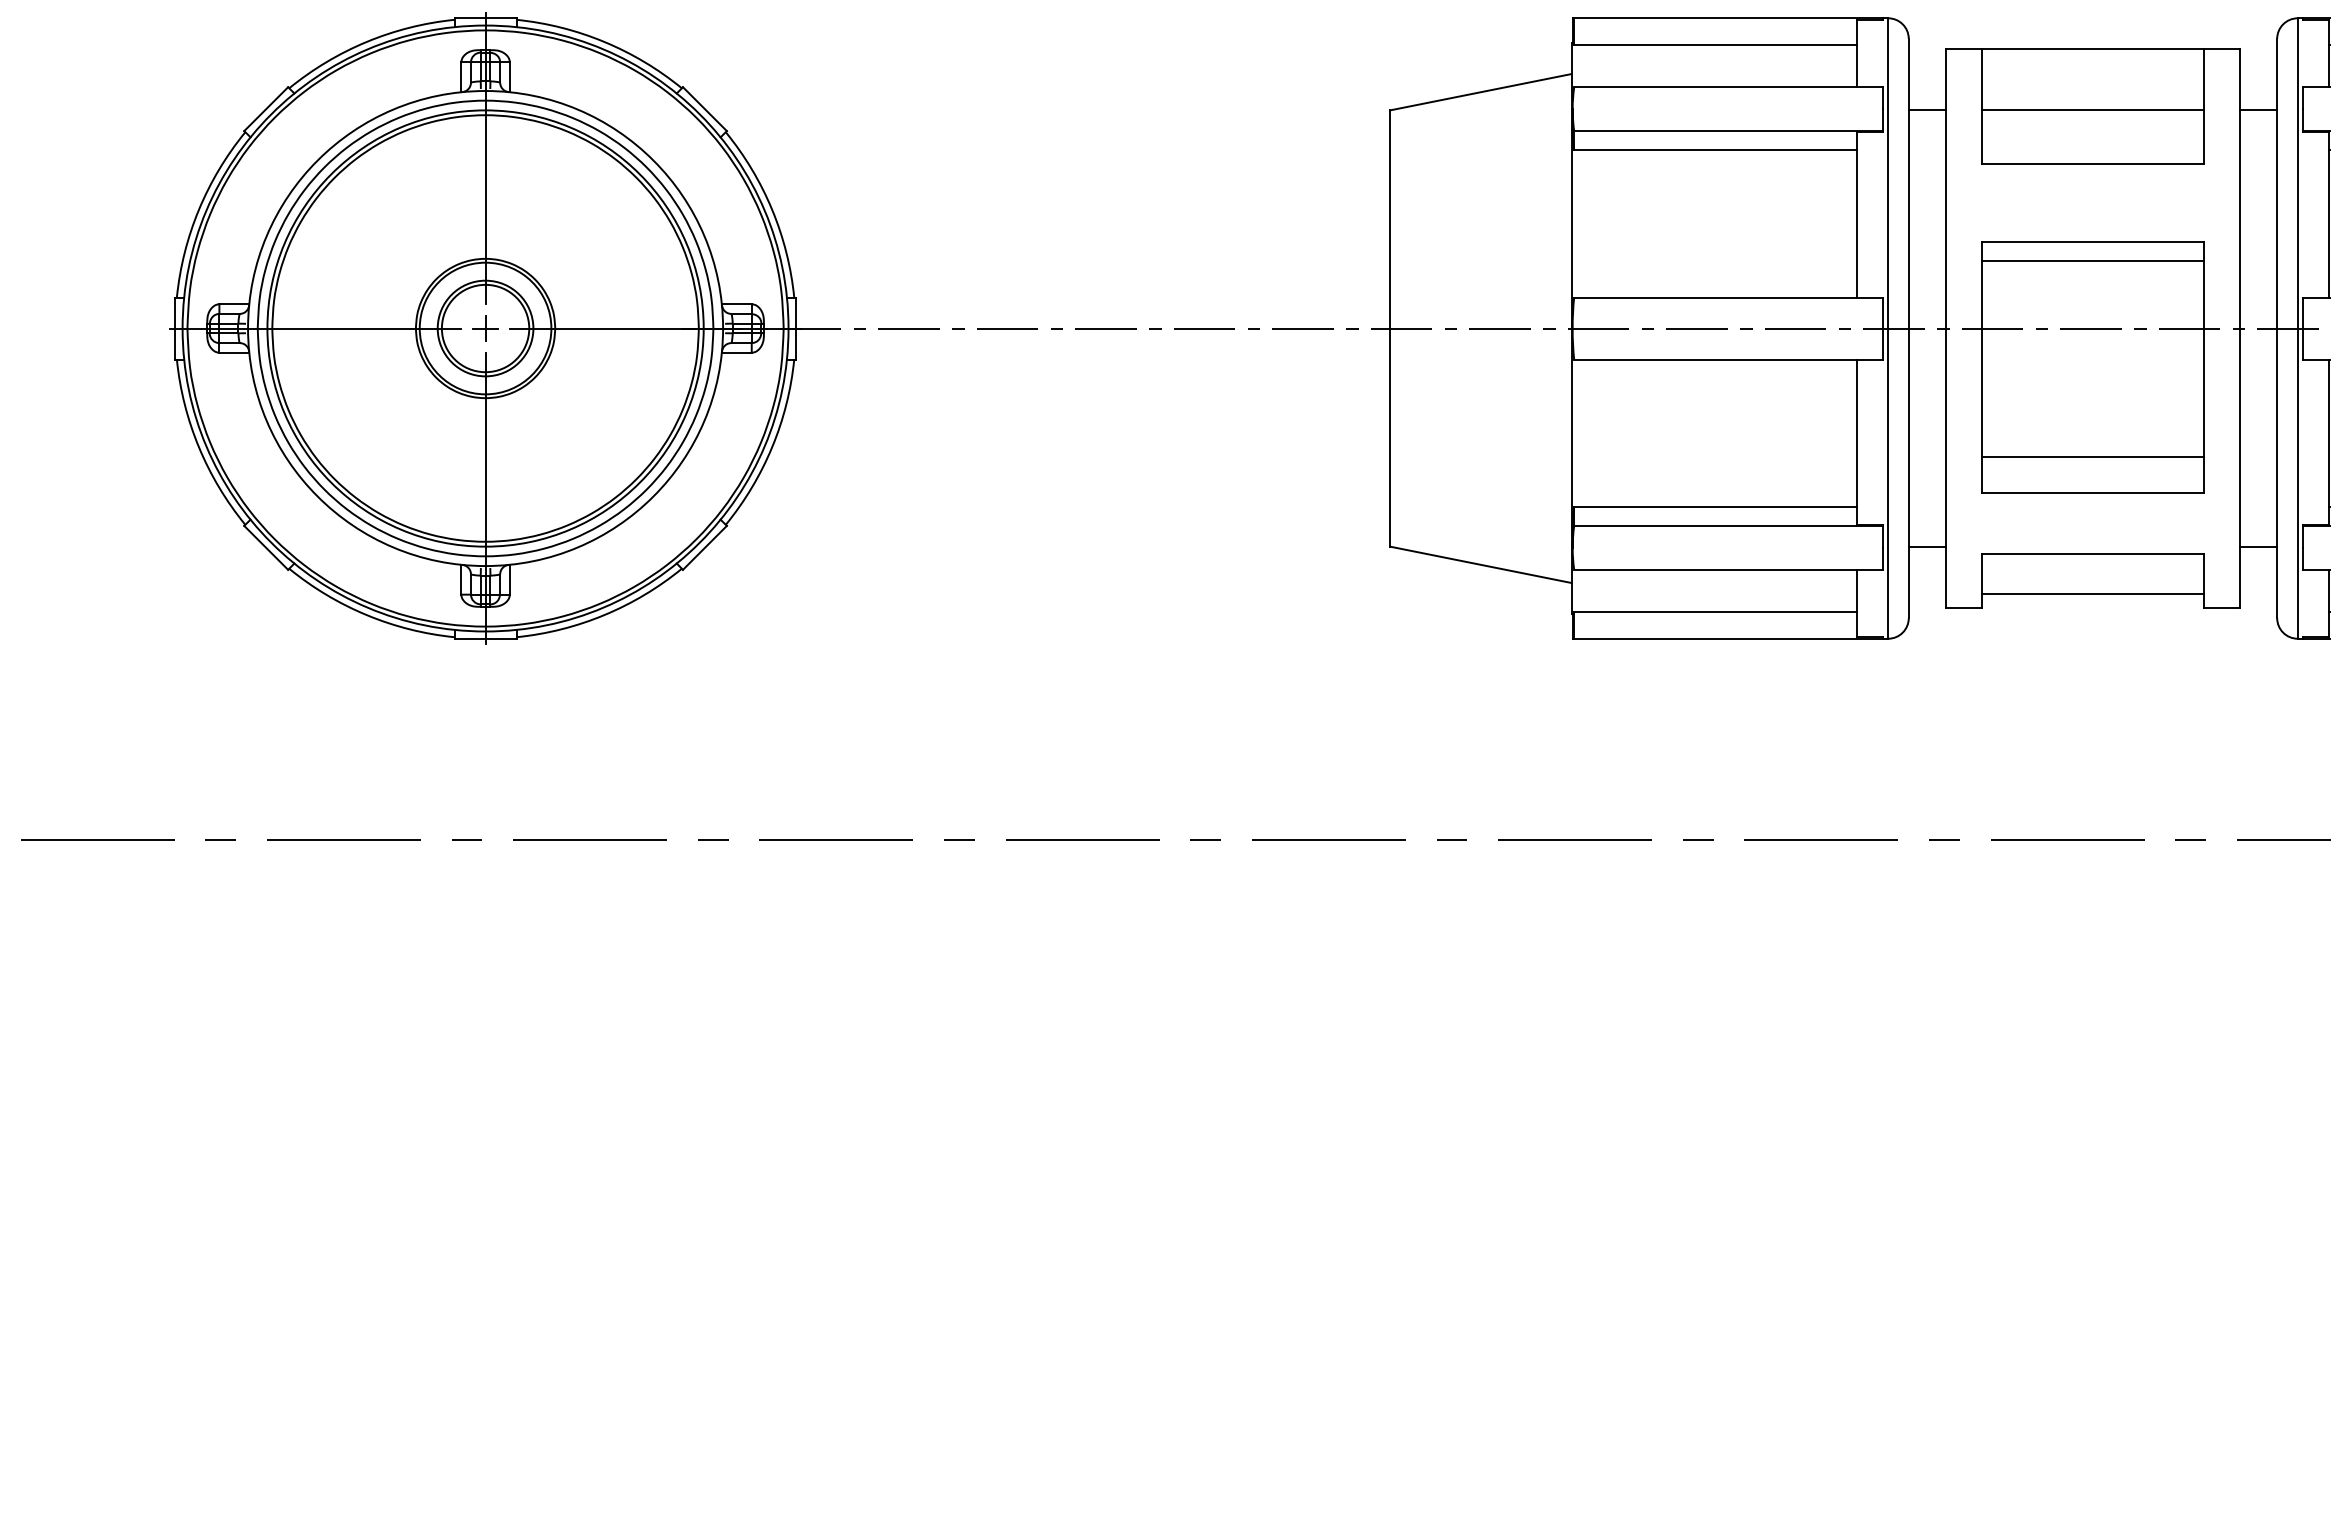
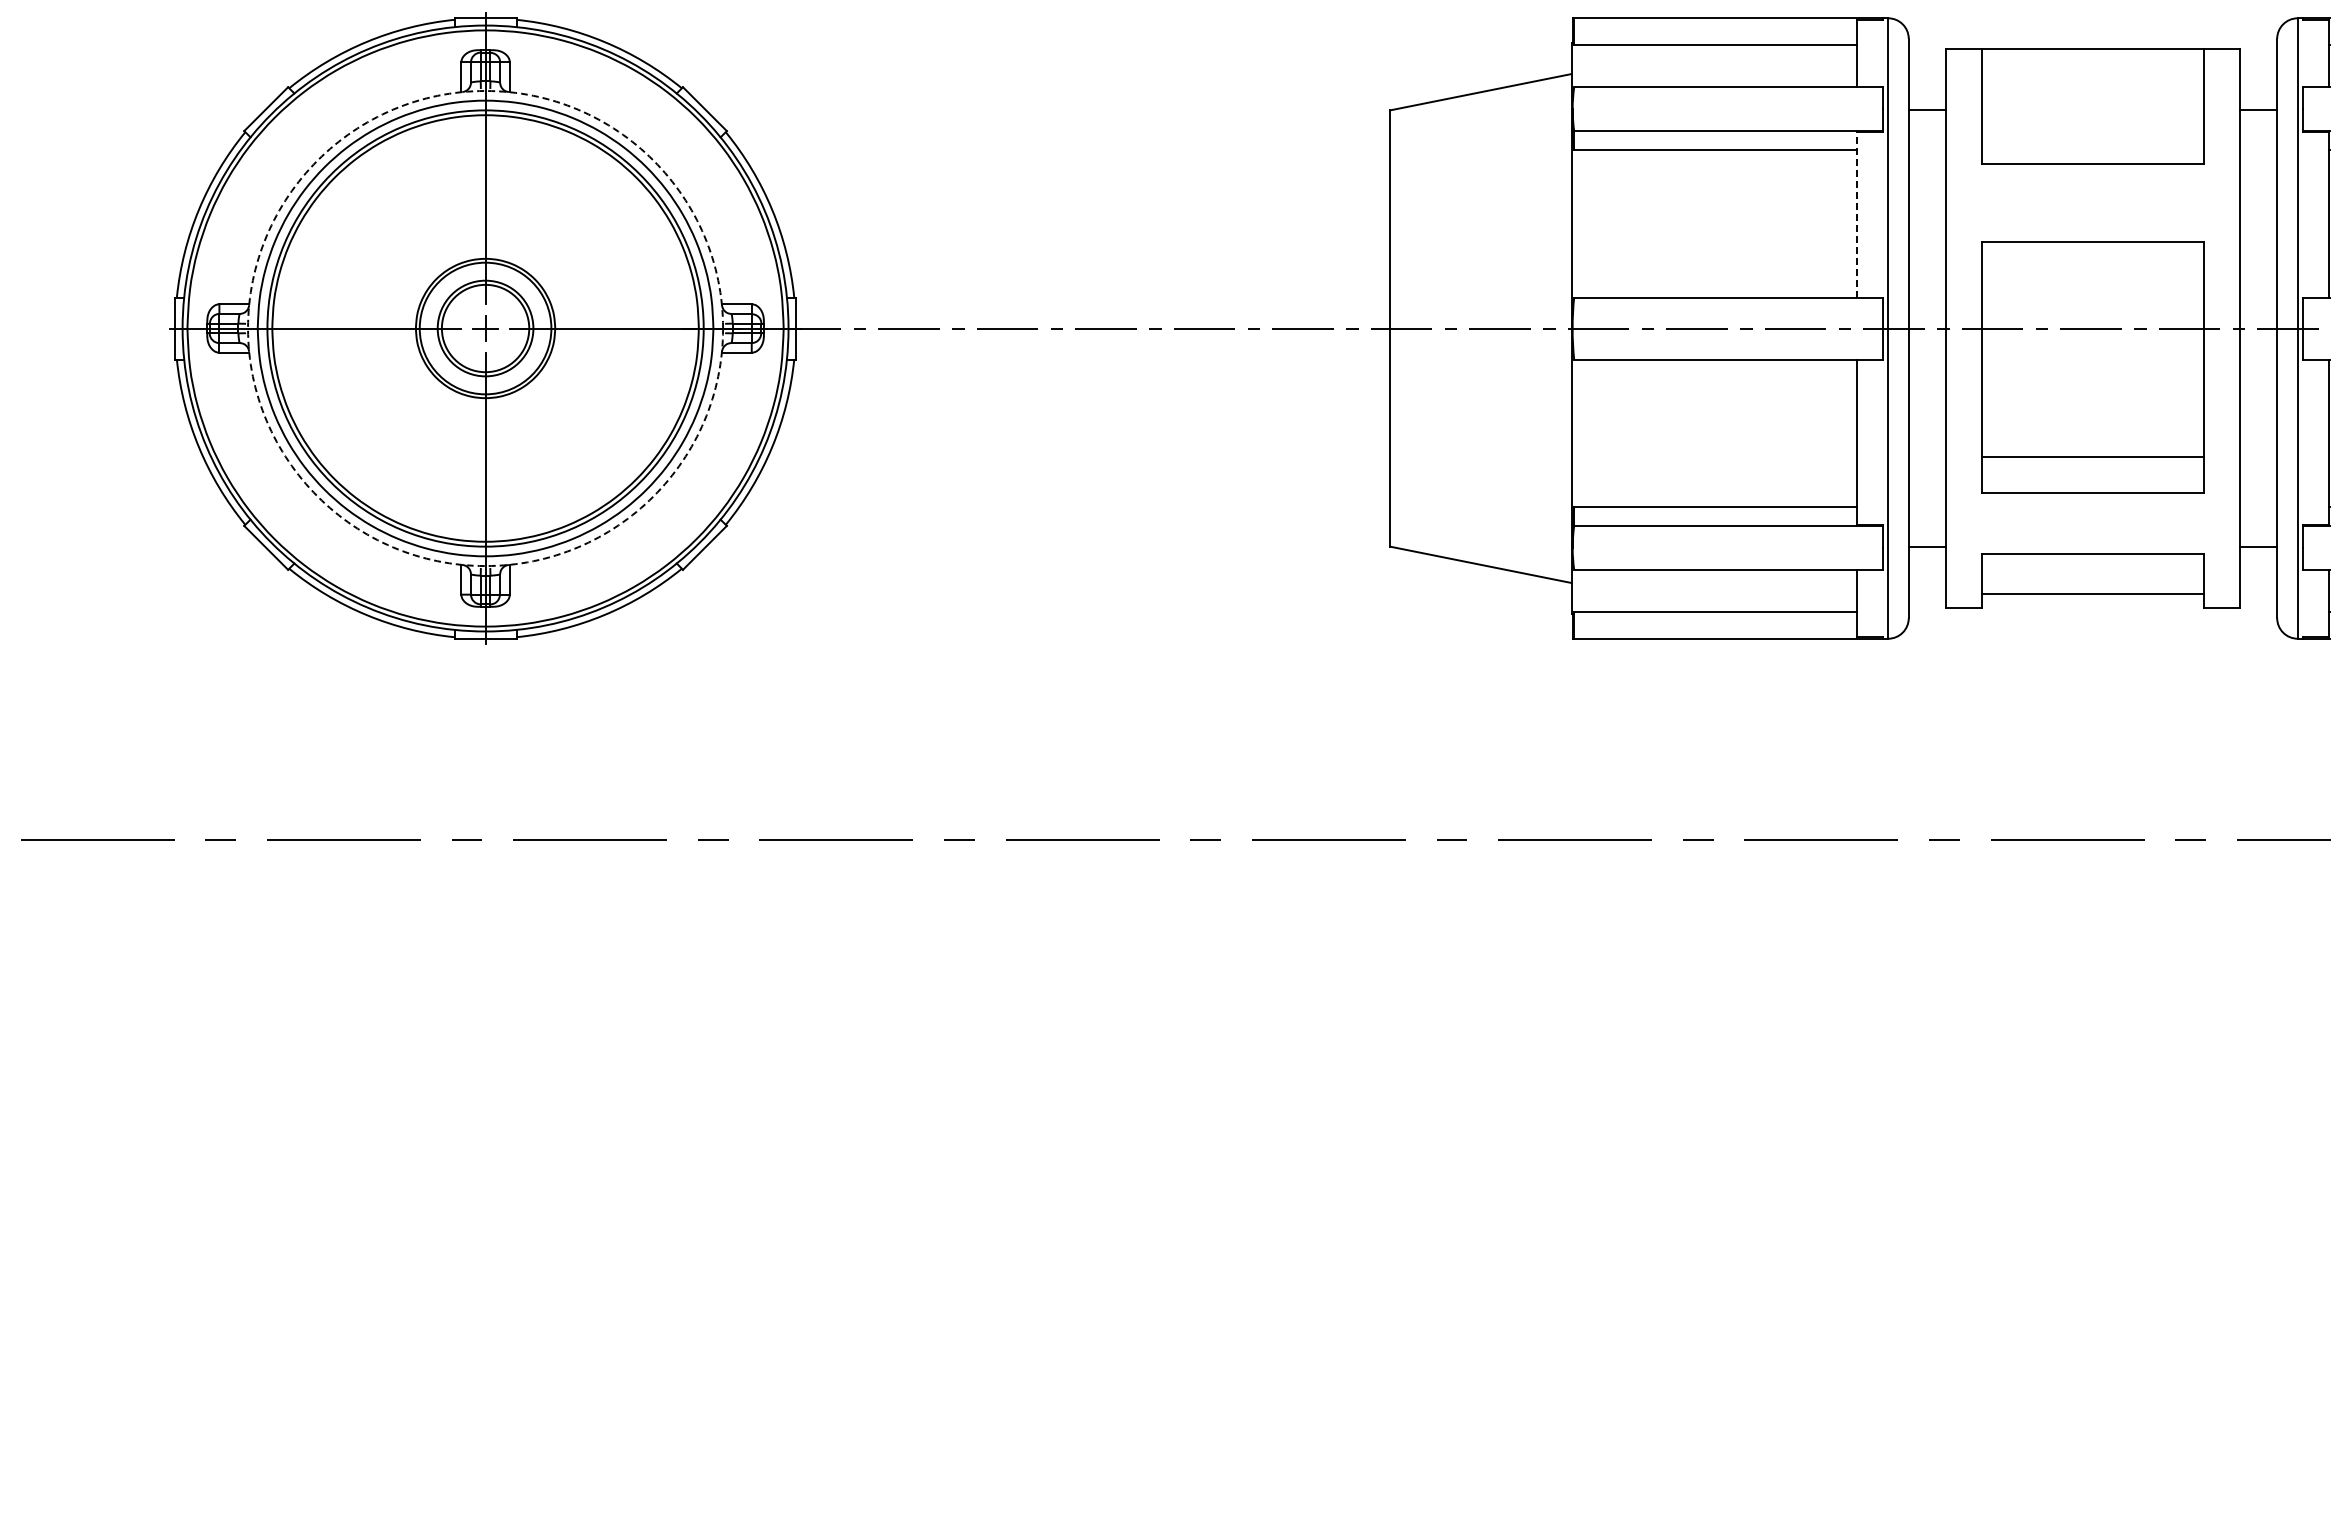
line at (2092, 110): present -> none
line at (1856, 214): solid -> dashed
line at (2092, 261): present -> none
circle at (485, 328): solid -> dashed
